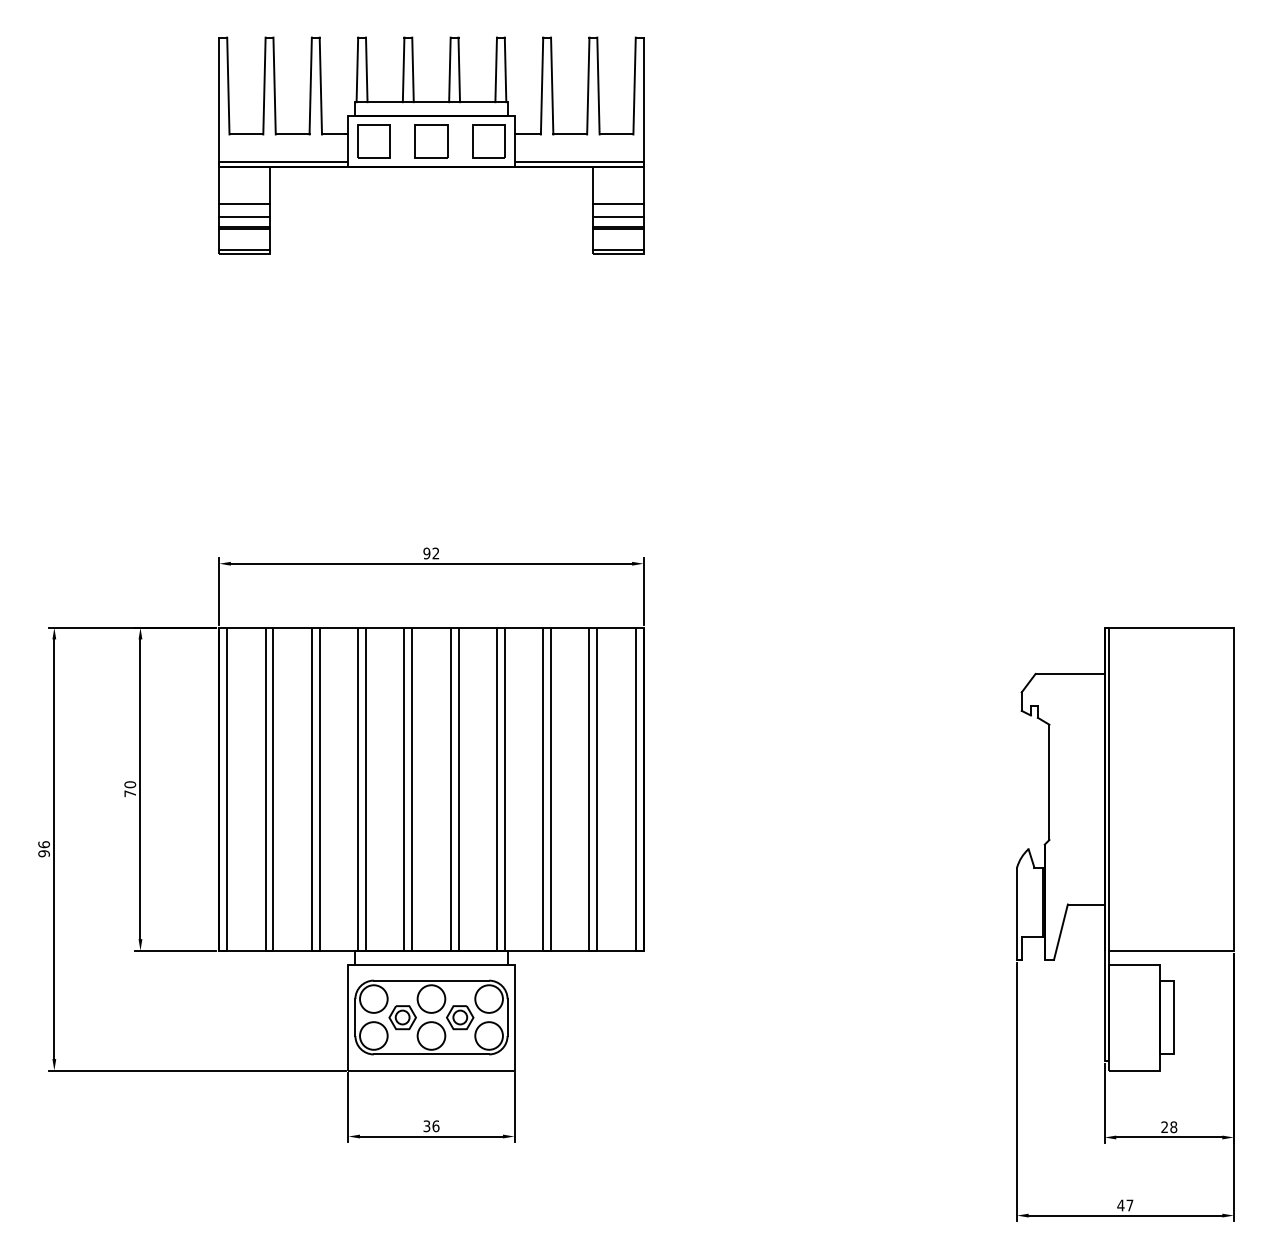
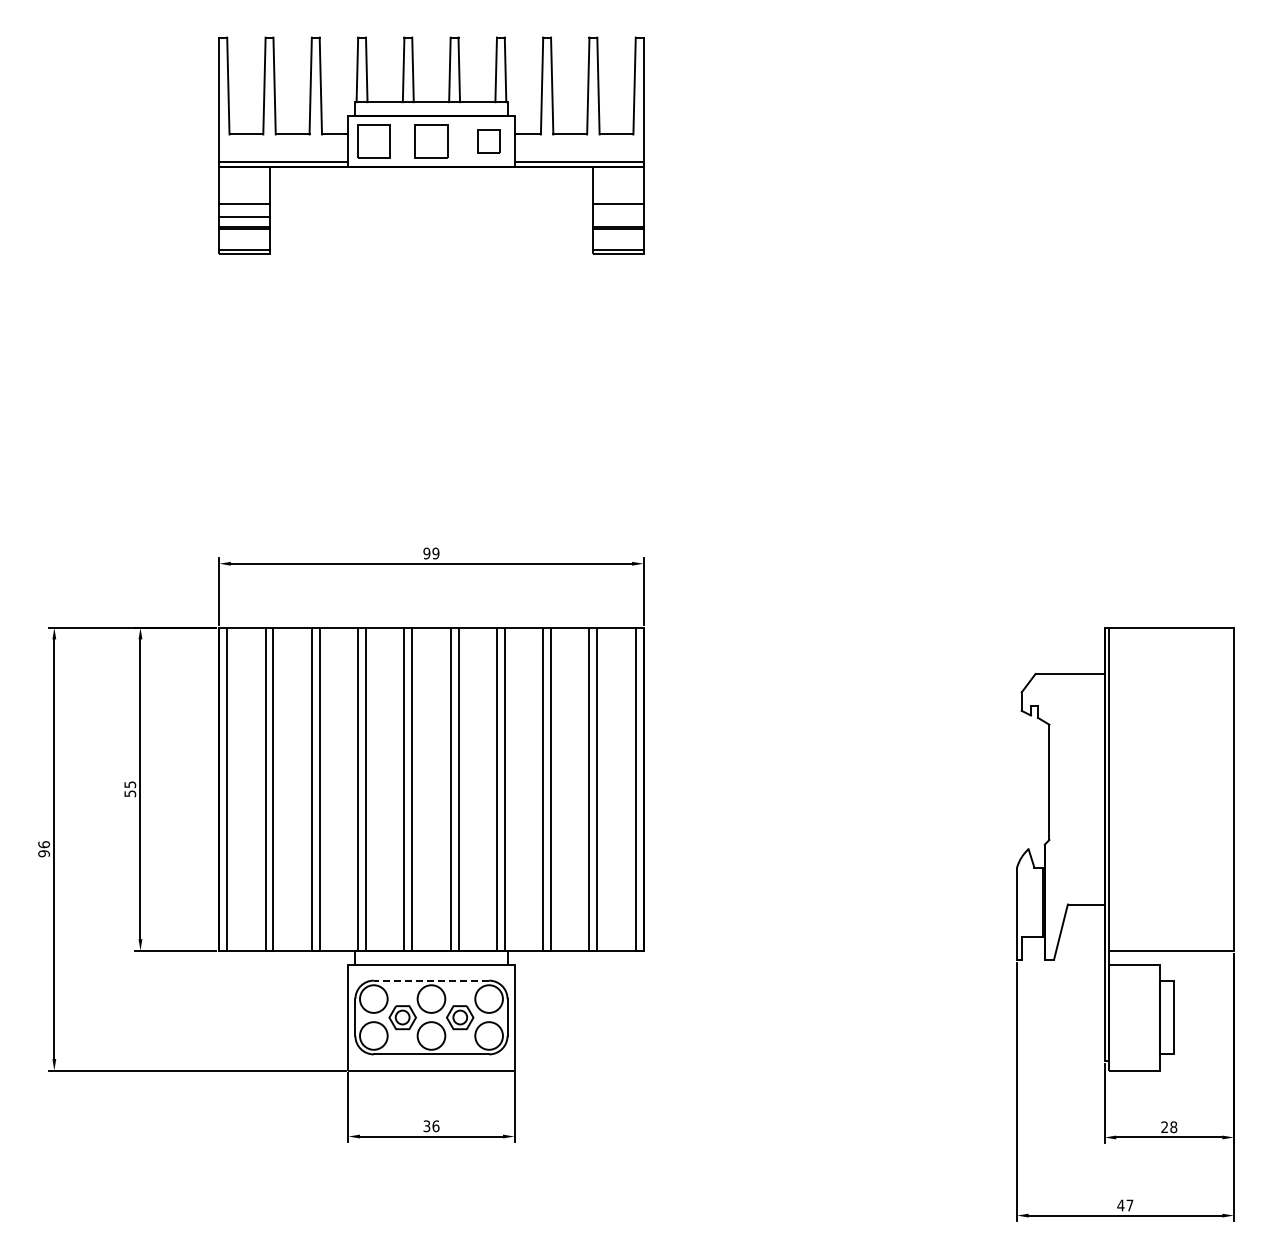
part at (488, 141) size: 34x35 px -> 24x25 px
line at (617, 217): present -> none
text at (435, 553): 92 -> 99
text at (130, 789): 70 -> 55
line at (431, 980): solid -> dashed
